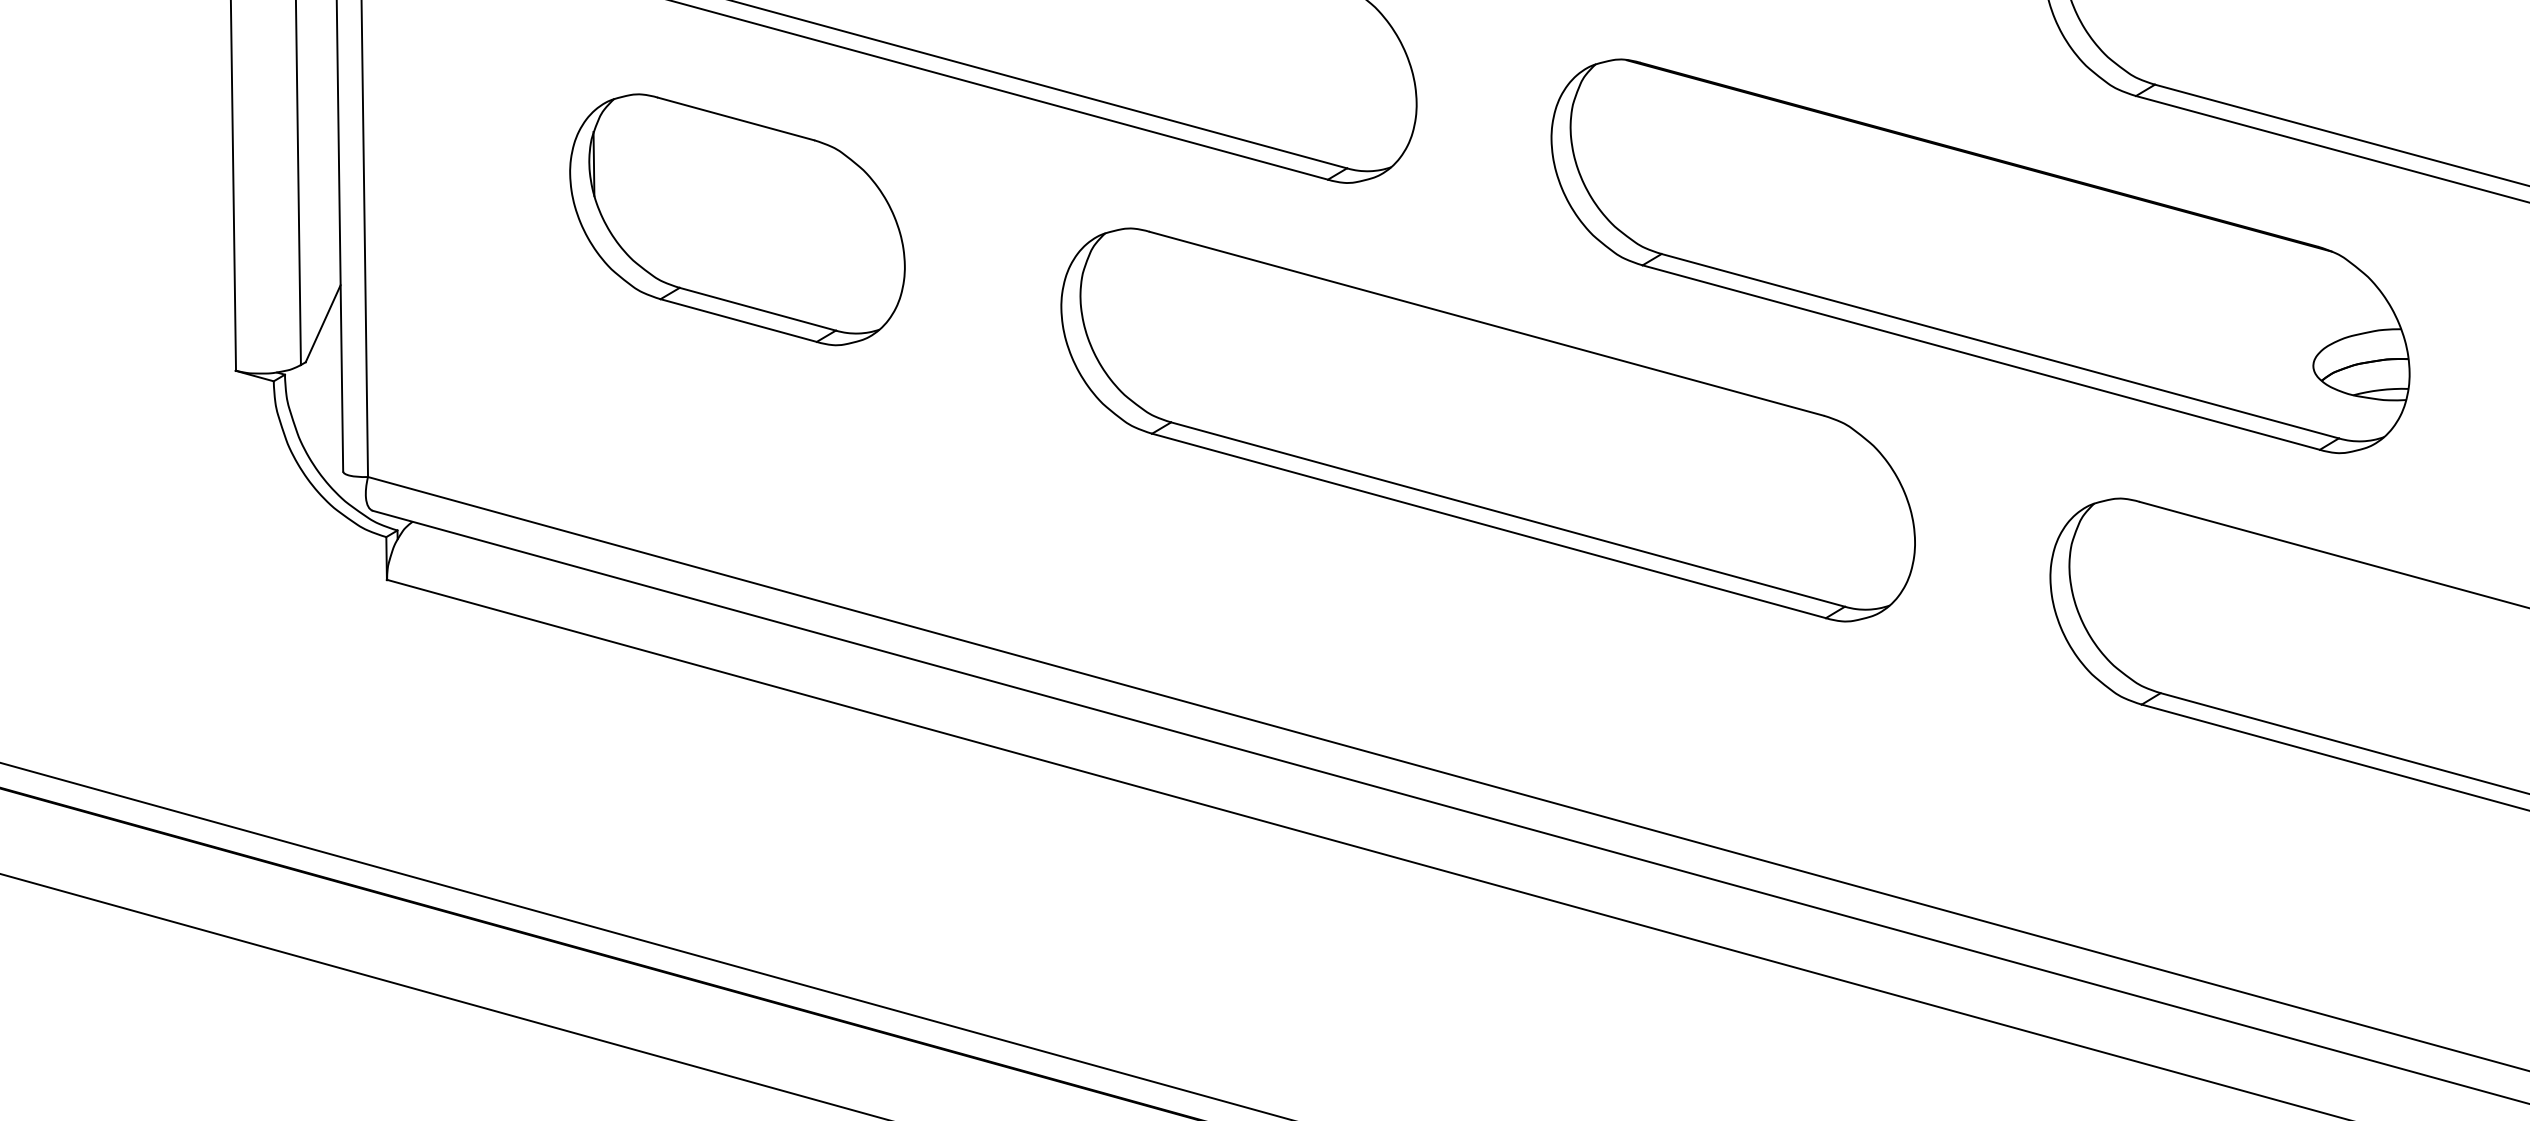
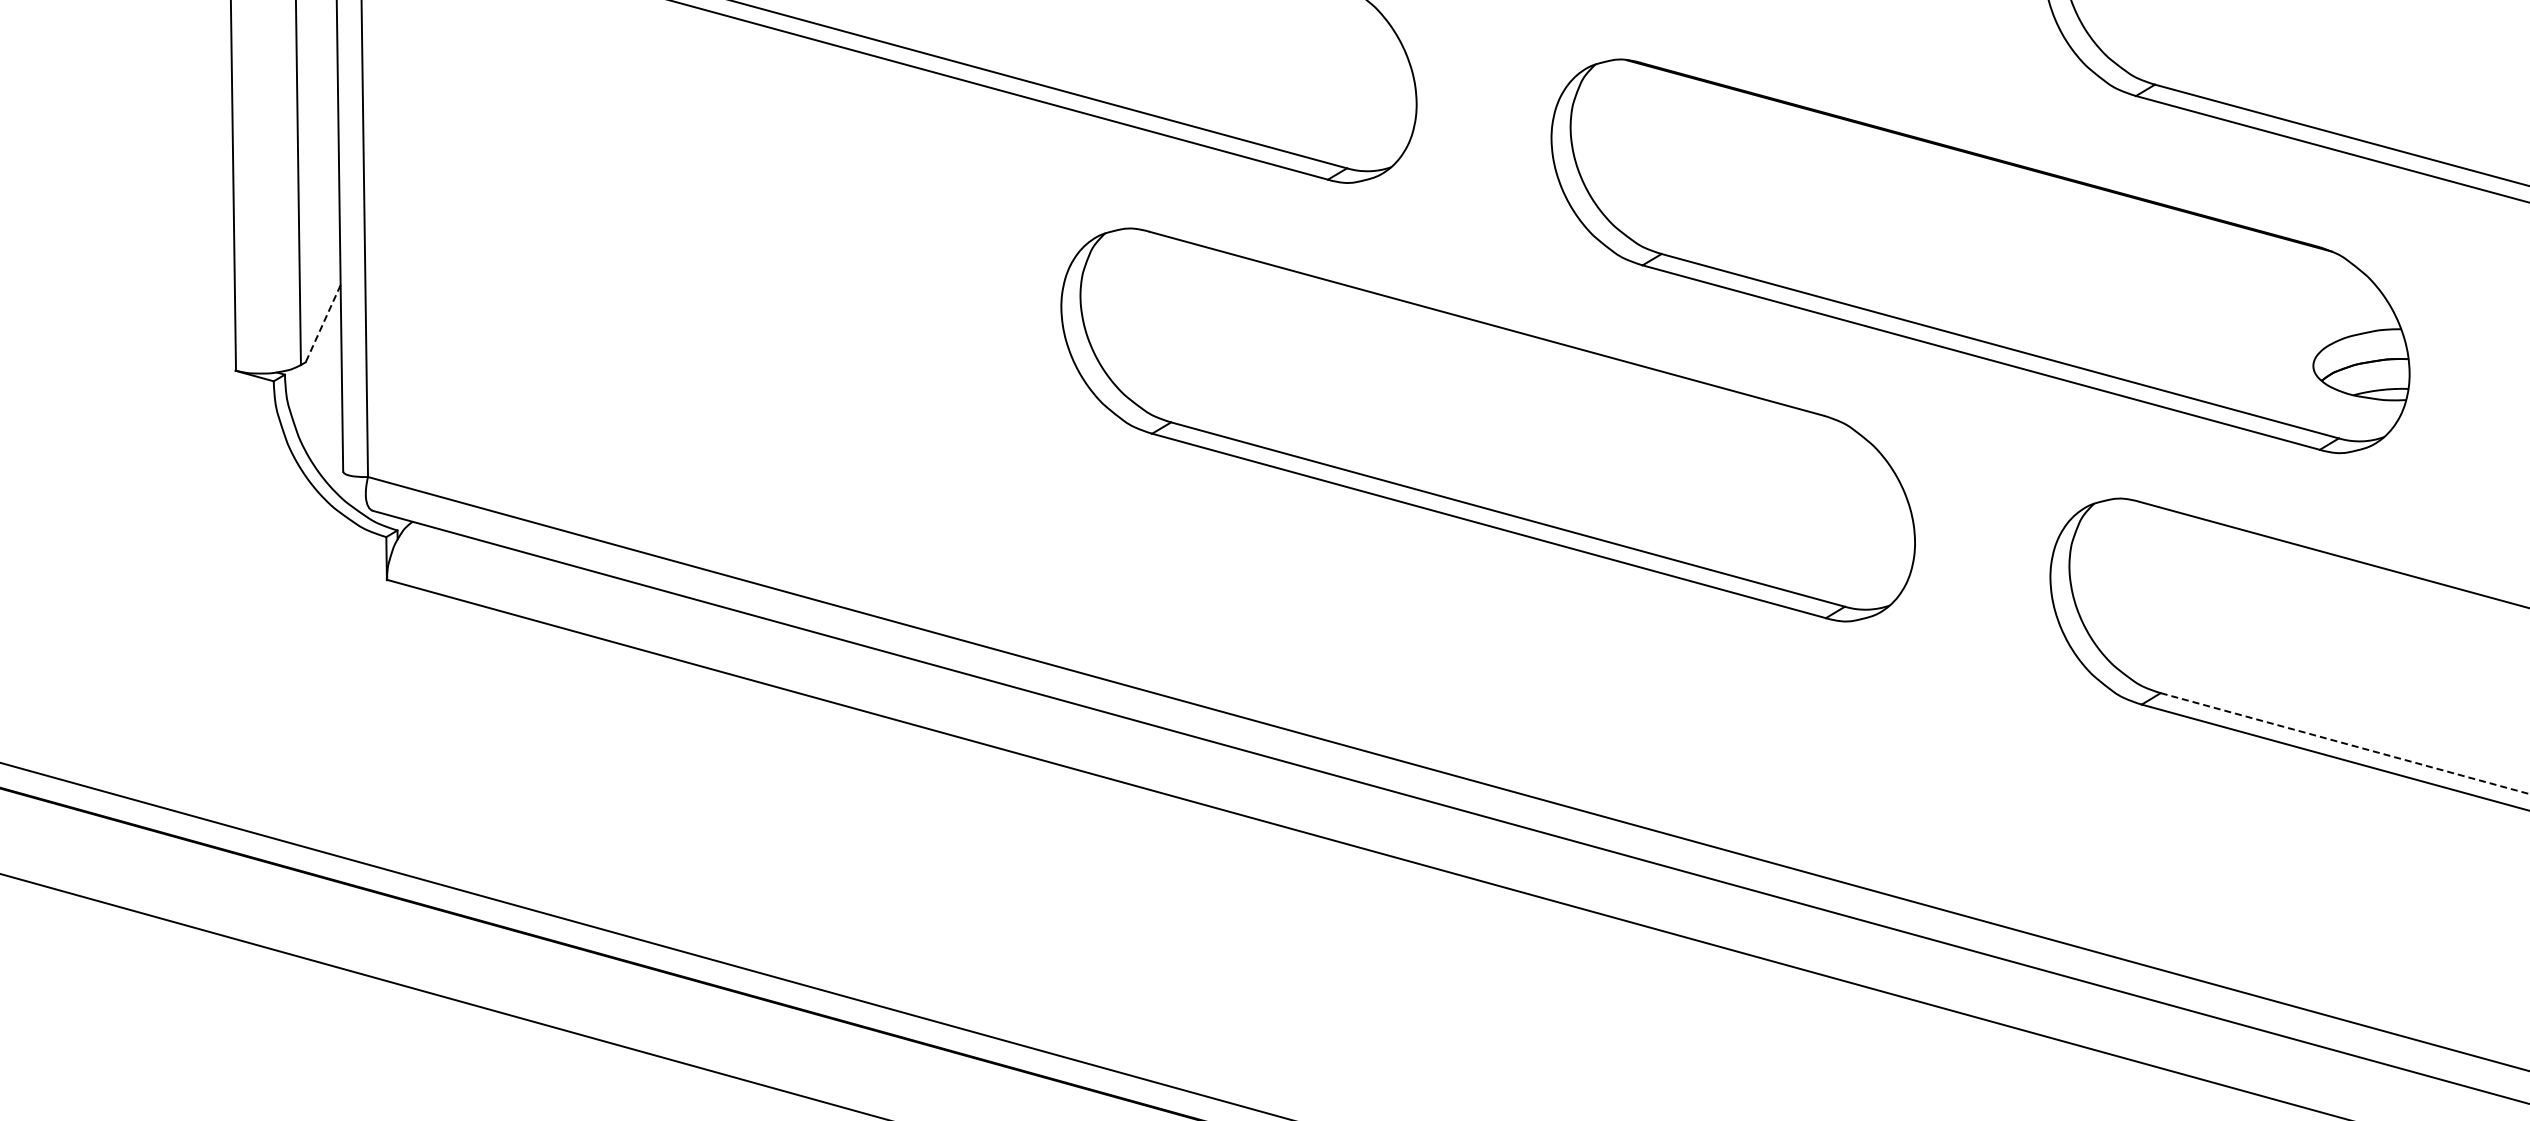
part at (737, 219): present -> none
line at (322, 324): solid -> dashed
line at (2344, 743): solid -> dashed
